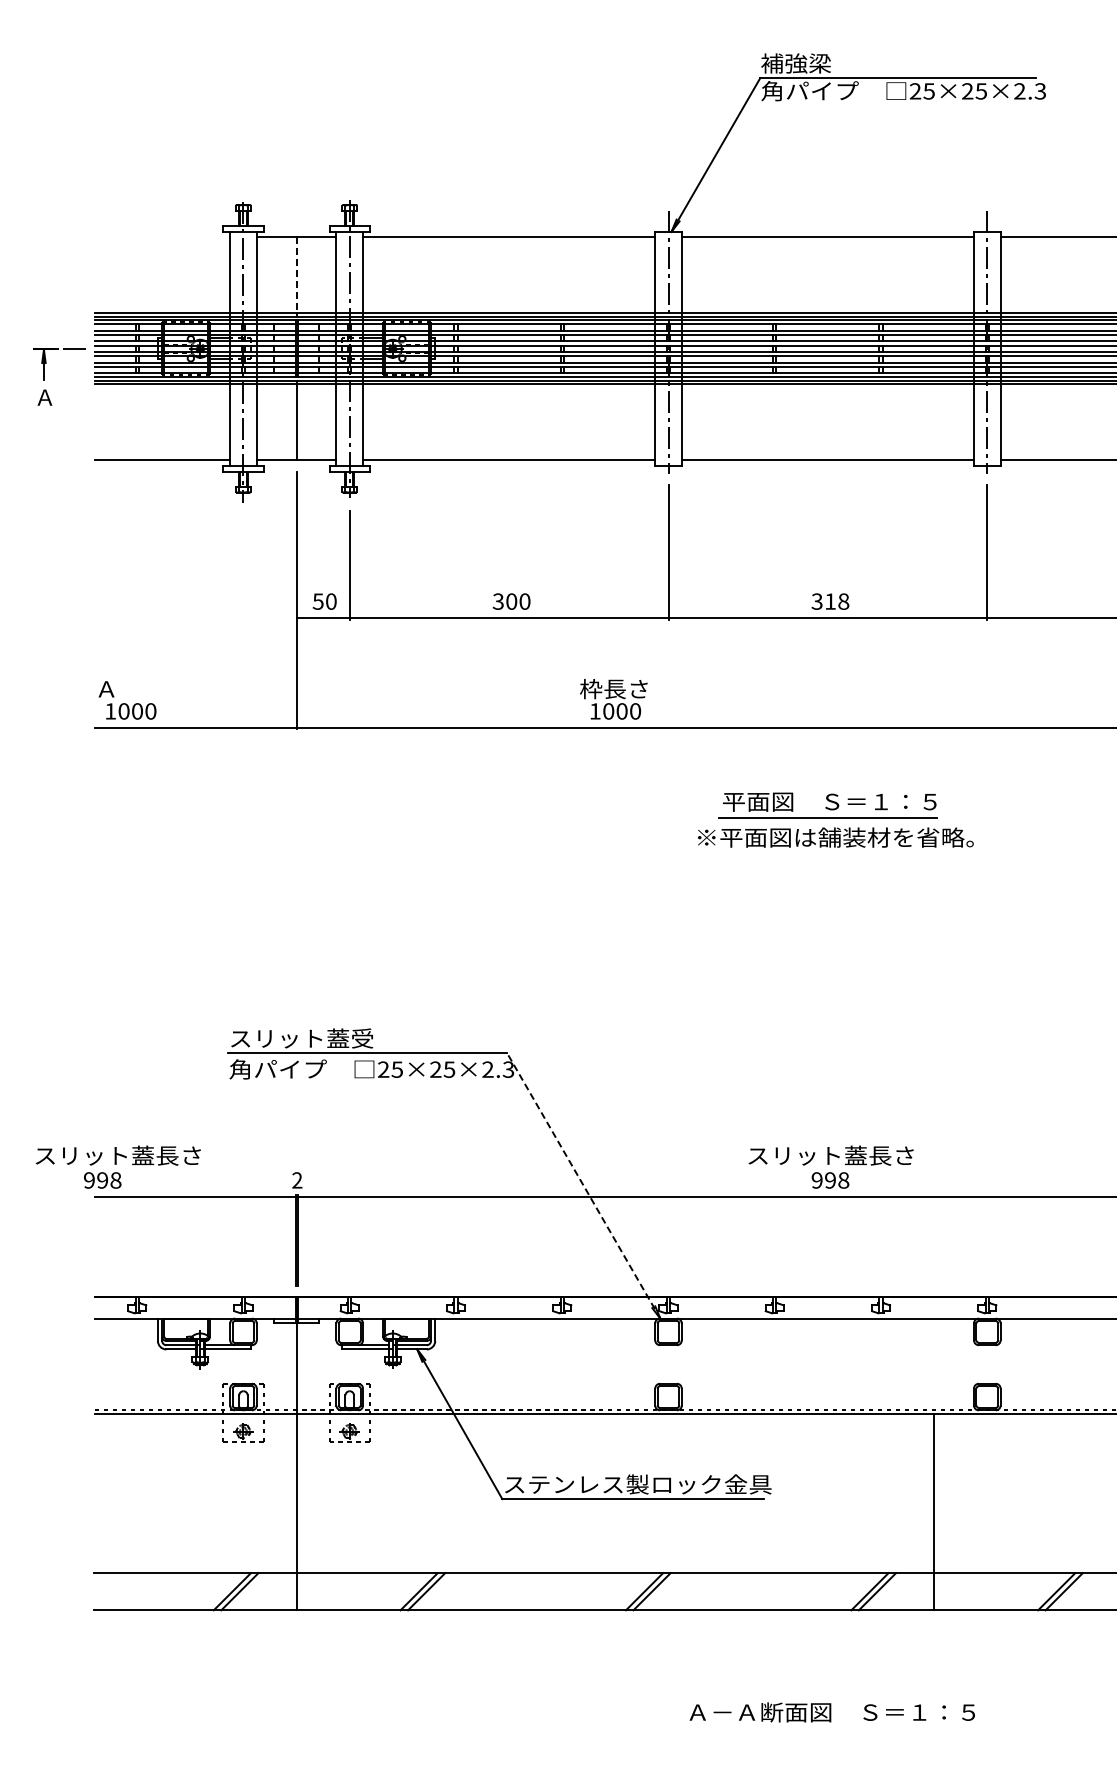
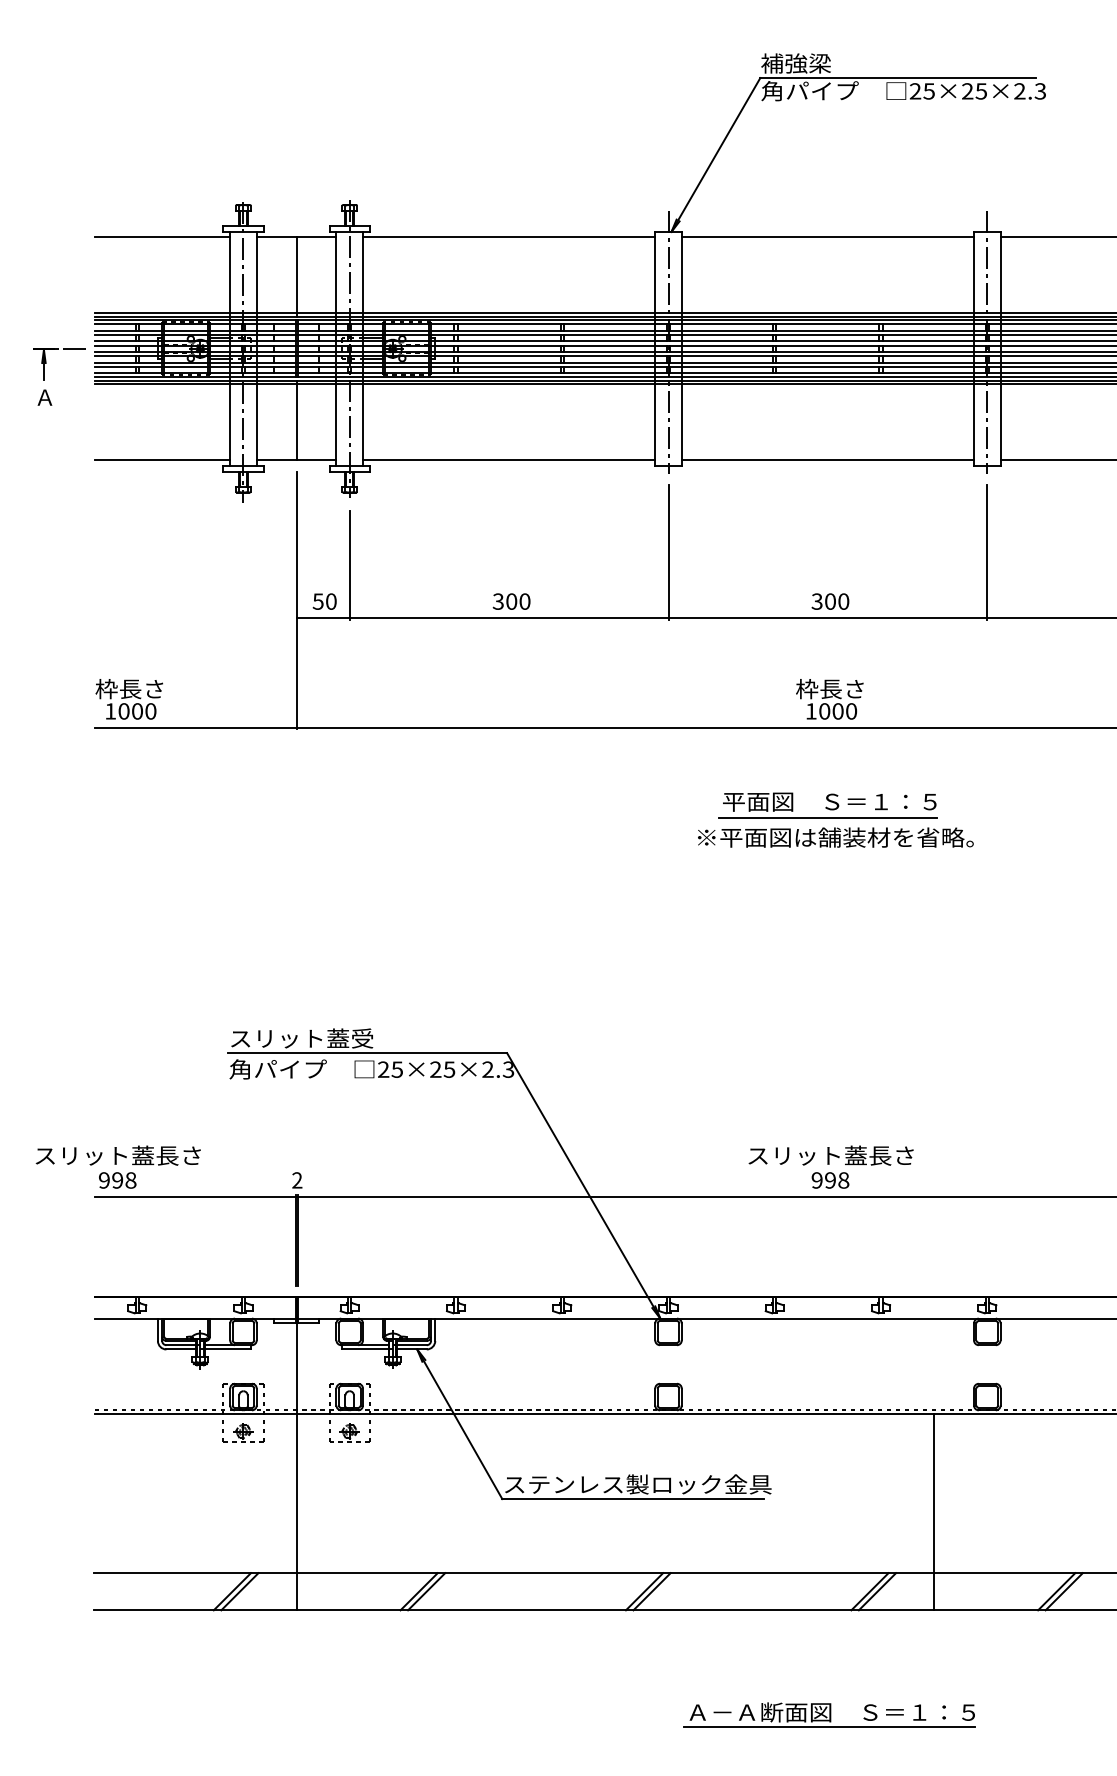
line at (162, 237): none -> present
line at (296, 277): dashed -> solid
text at (837, 601): 318 -> 300
text at (129, 689): Ａ -> 枠長さ
text at (613, 699) position: (613, 699) -> (829, 699)
text at (102, 1180) position: (102, 1180) -> (117, 1180)
line at (583, 1185): dashed -> solid
line at (828, 1726): none -> present
